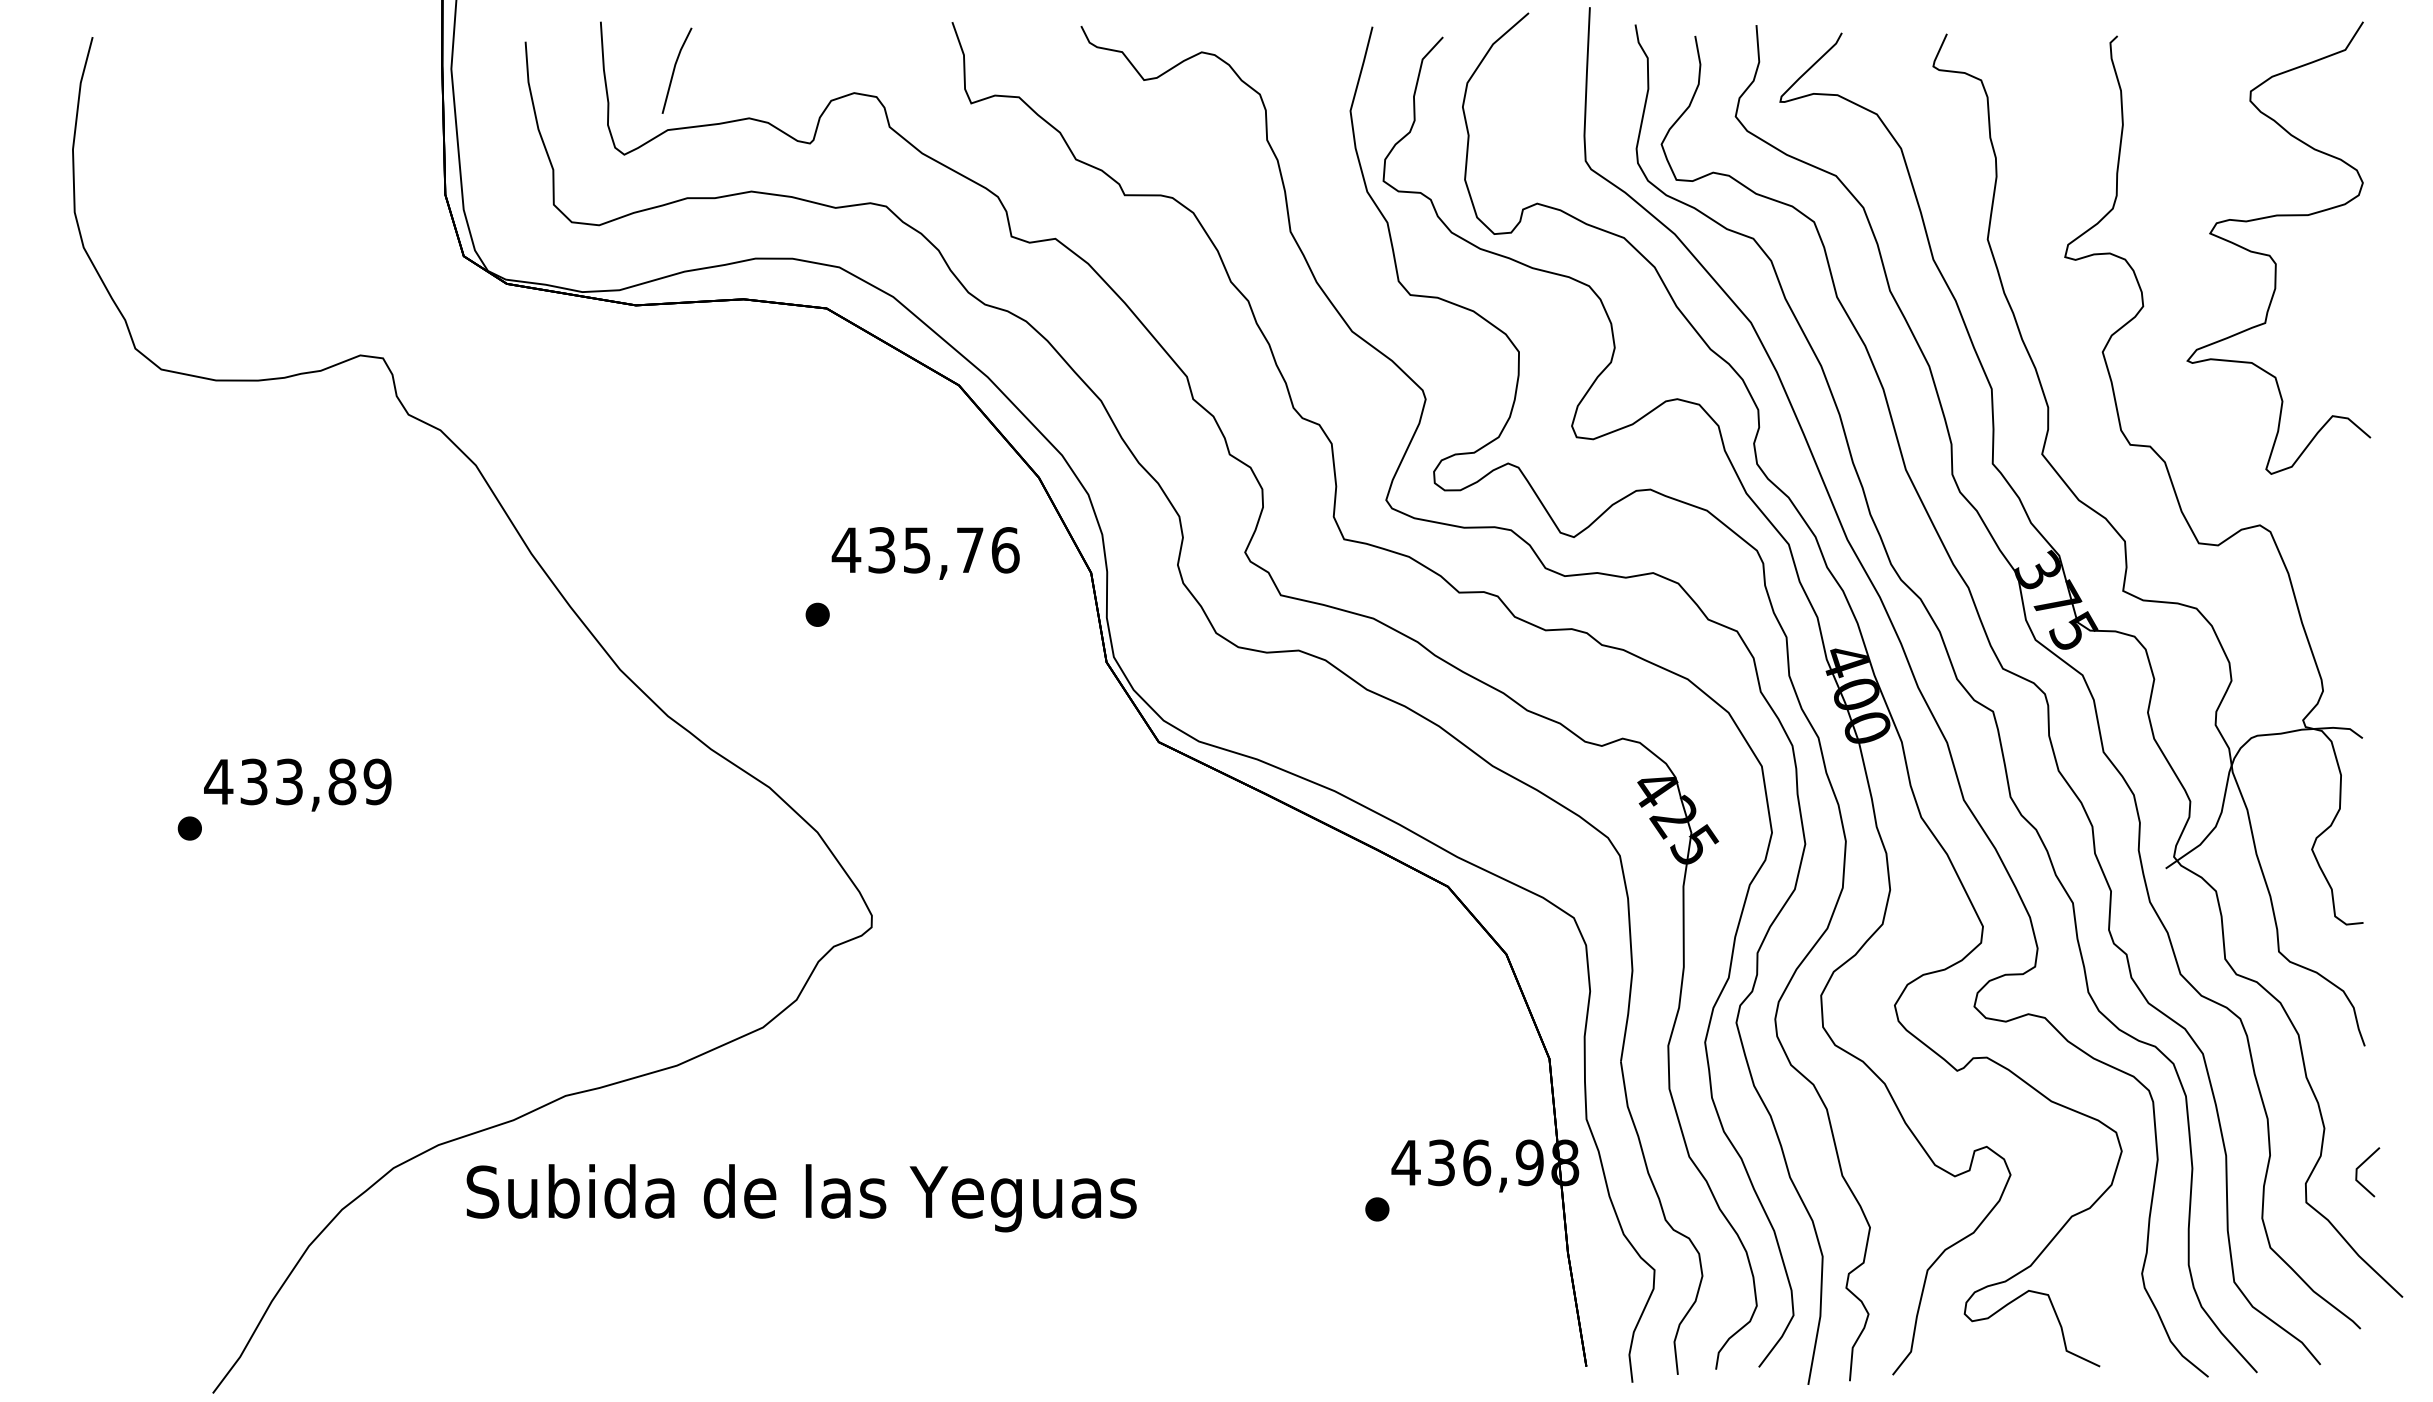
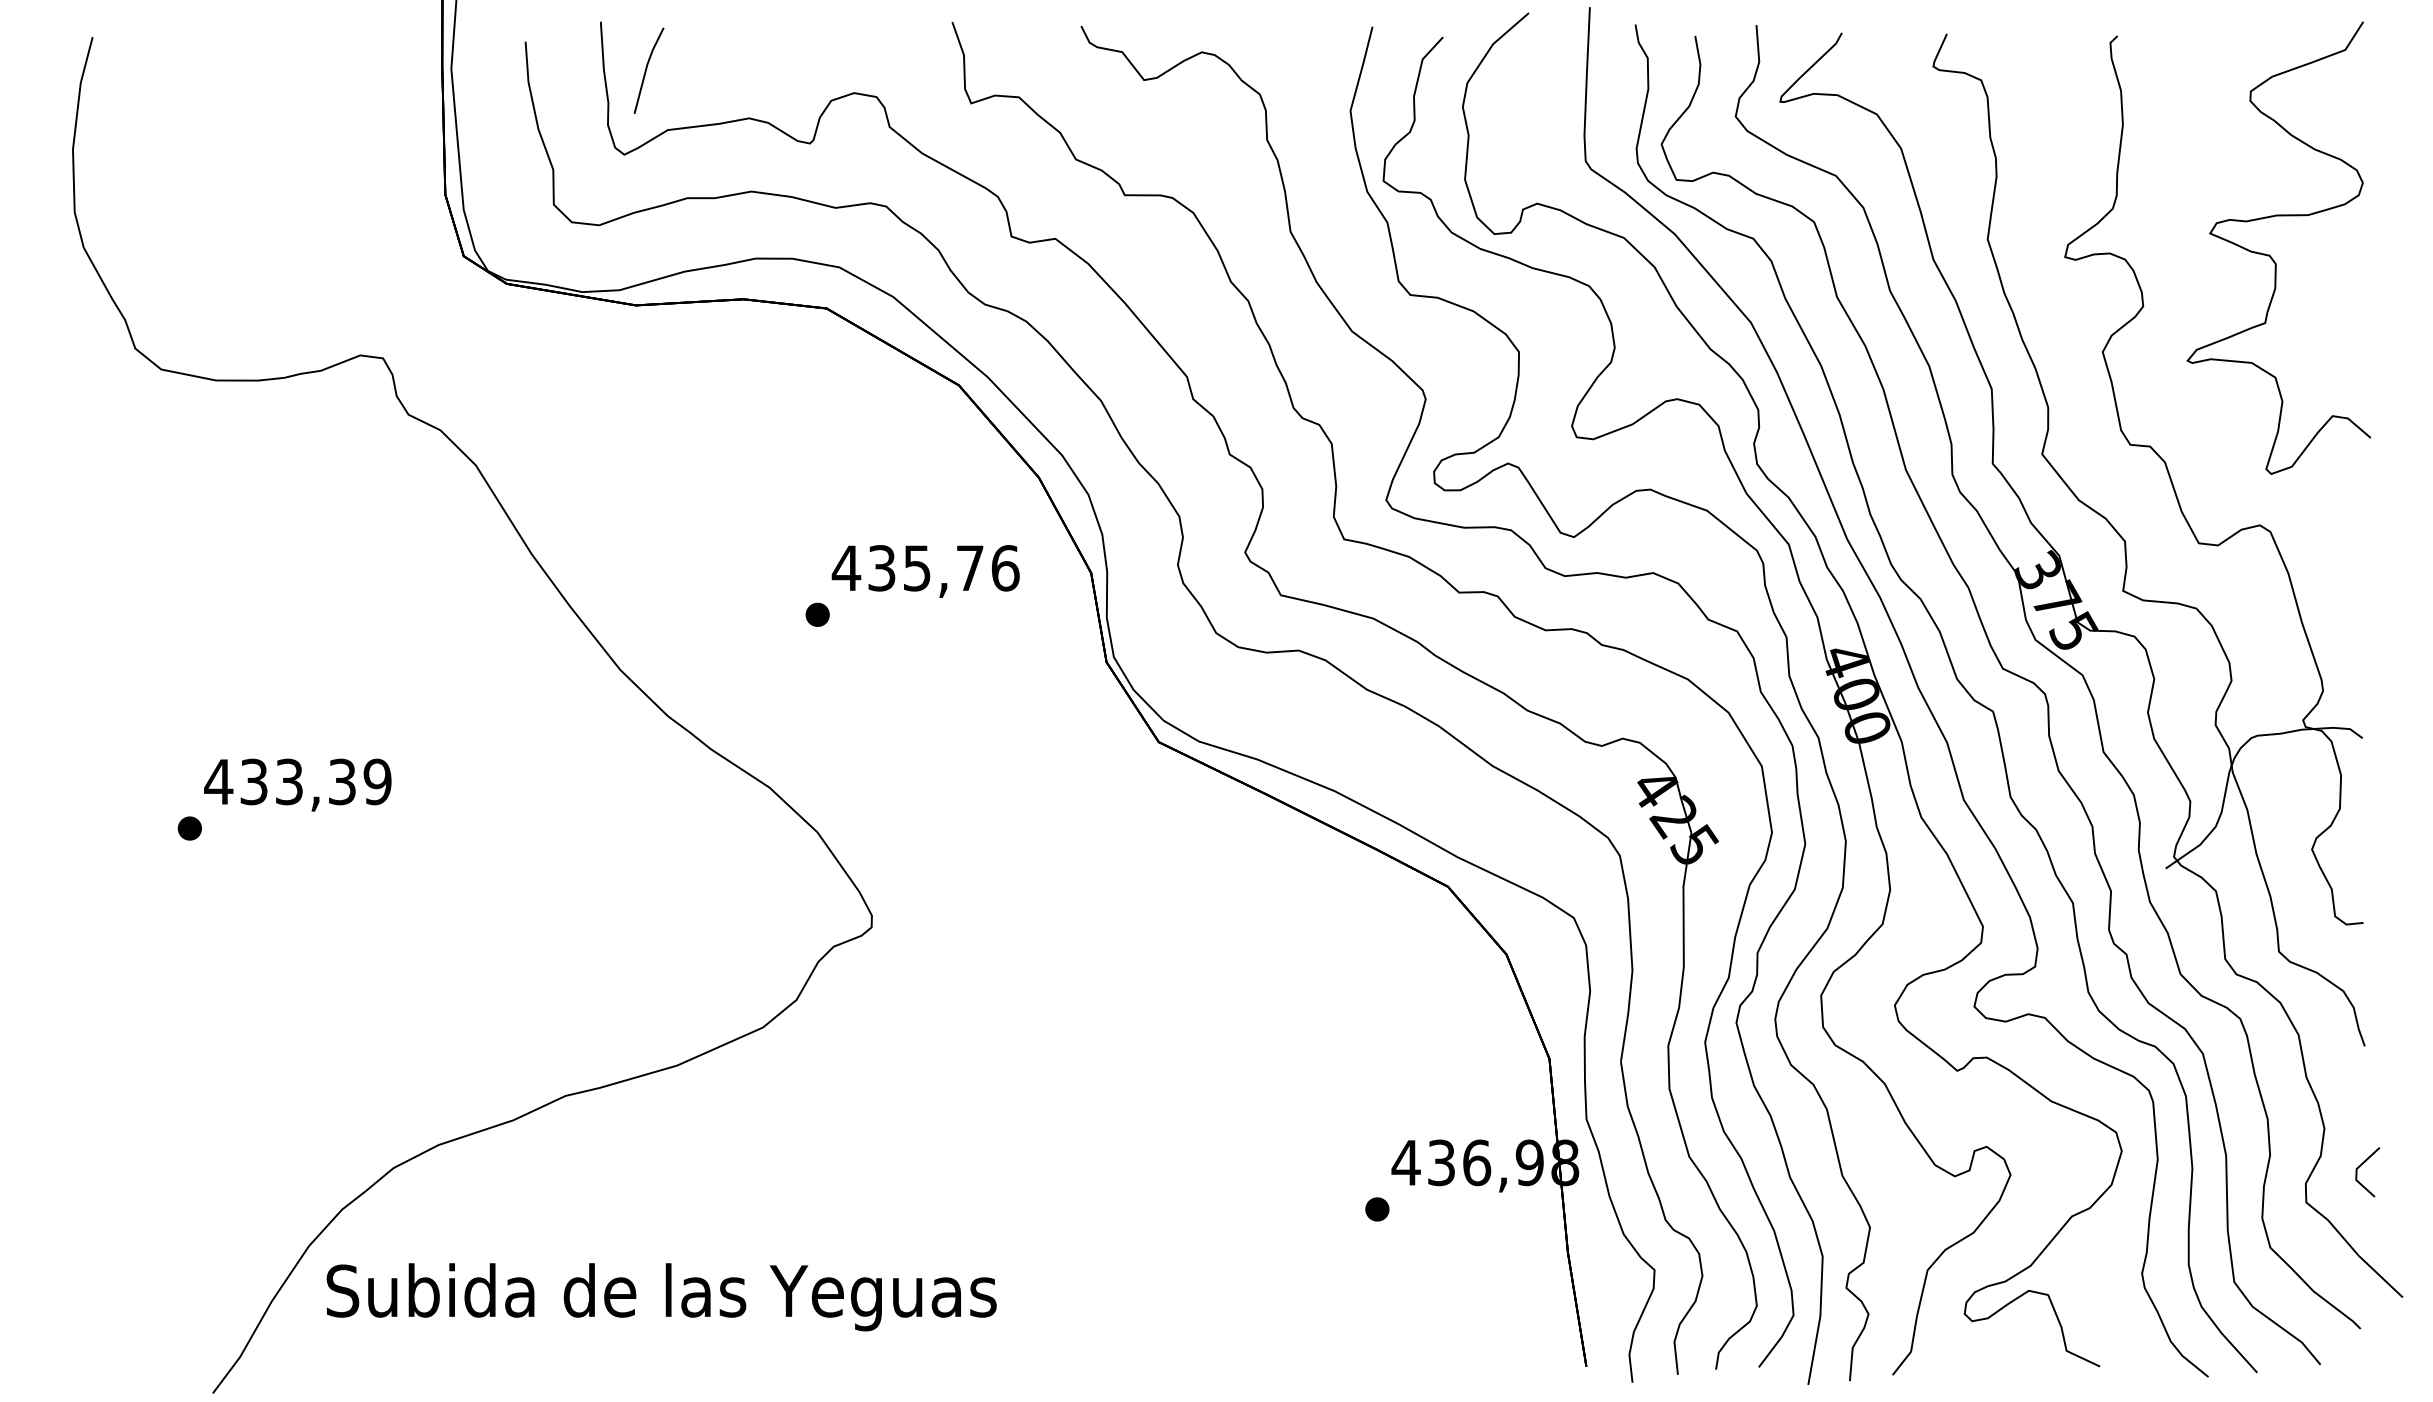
line at (674, 70) position: (674, 70) -> (646, 70)
text at (925, 553) position: (925, 553) -> (925, 571)
text at (342, 781): 433,89 -> 433,39
text at (801, 1198) position: (801, 1198) -> (661, 1297)
